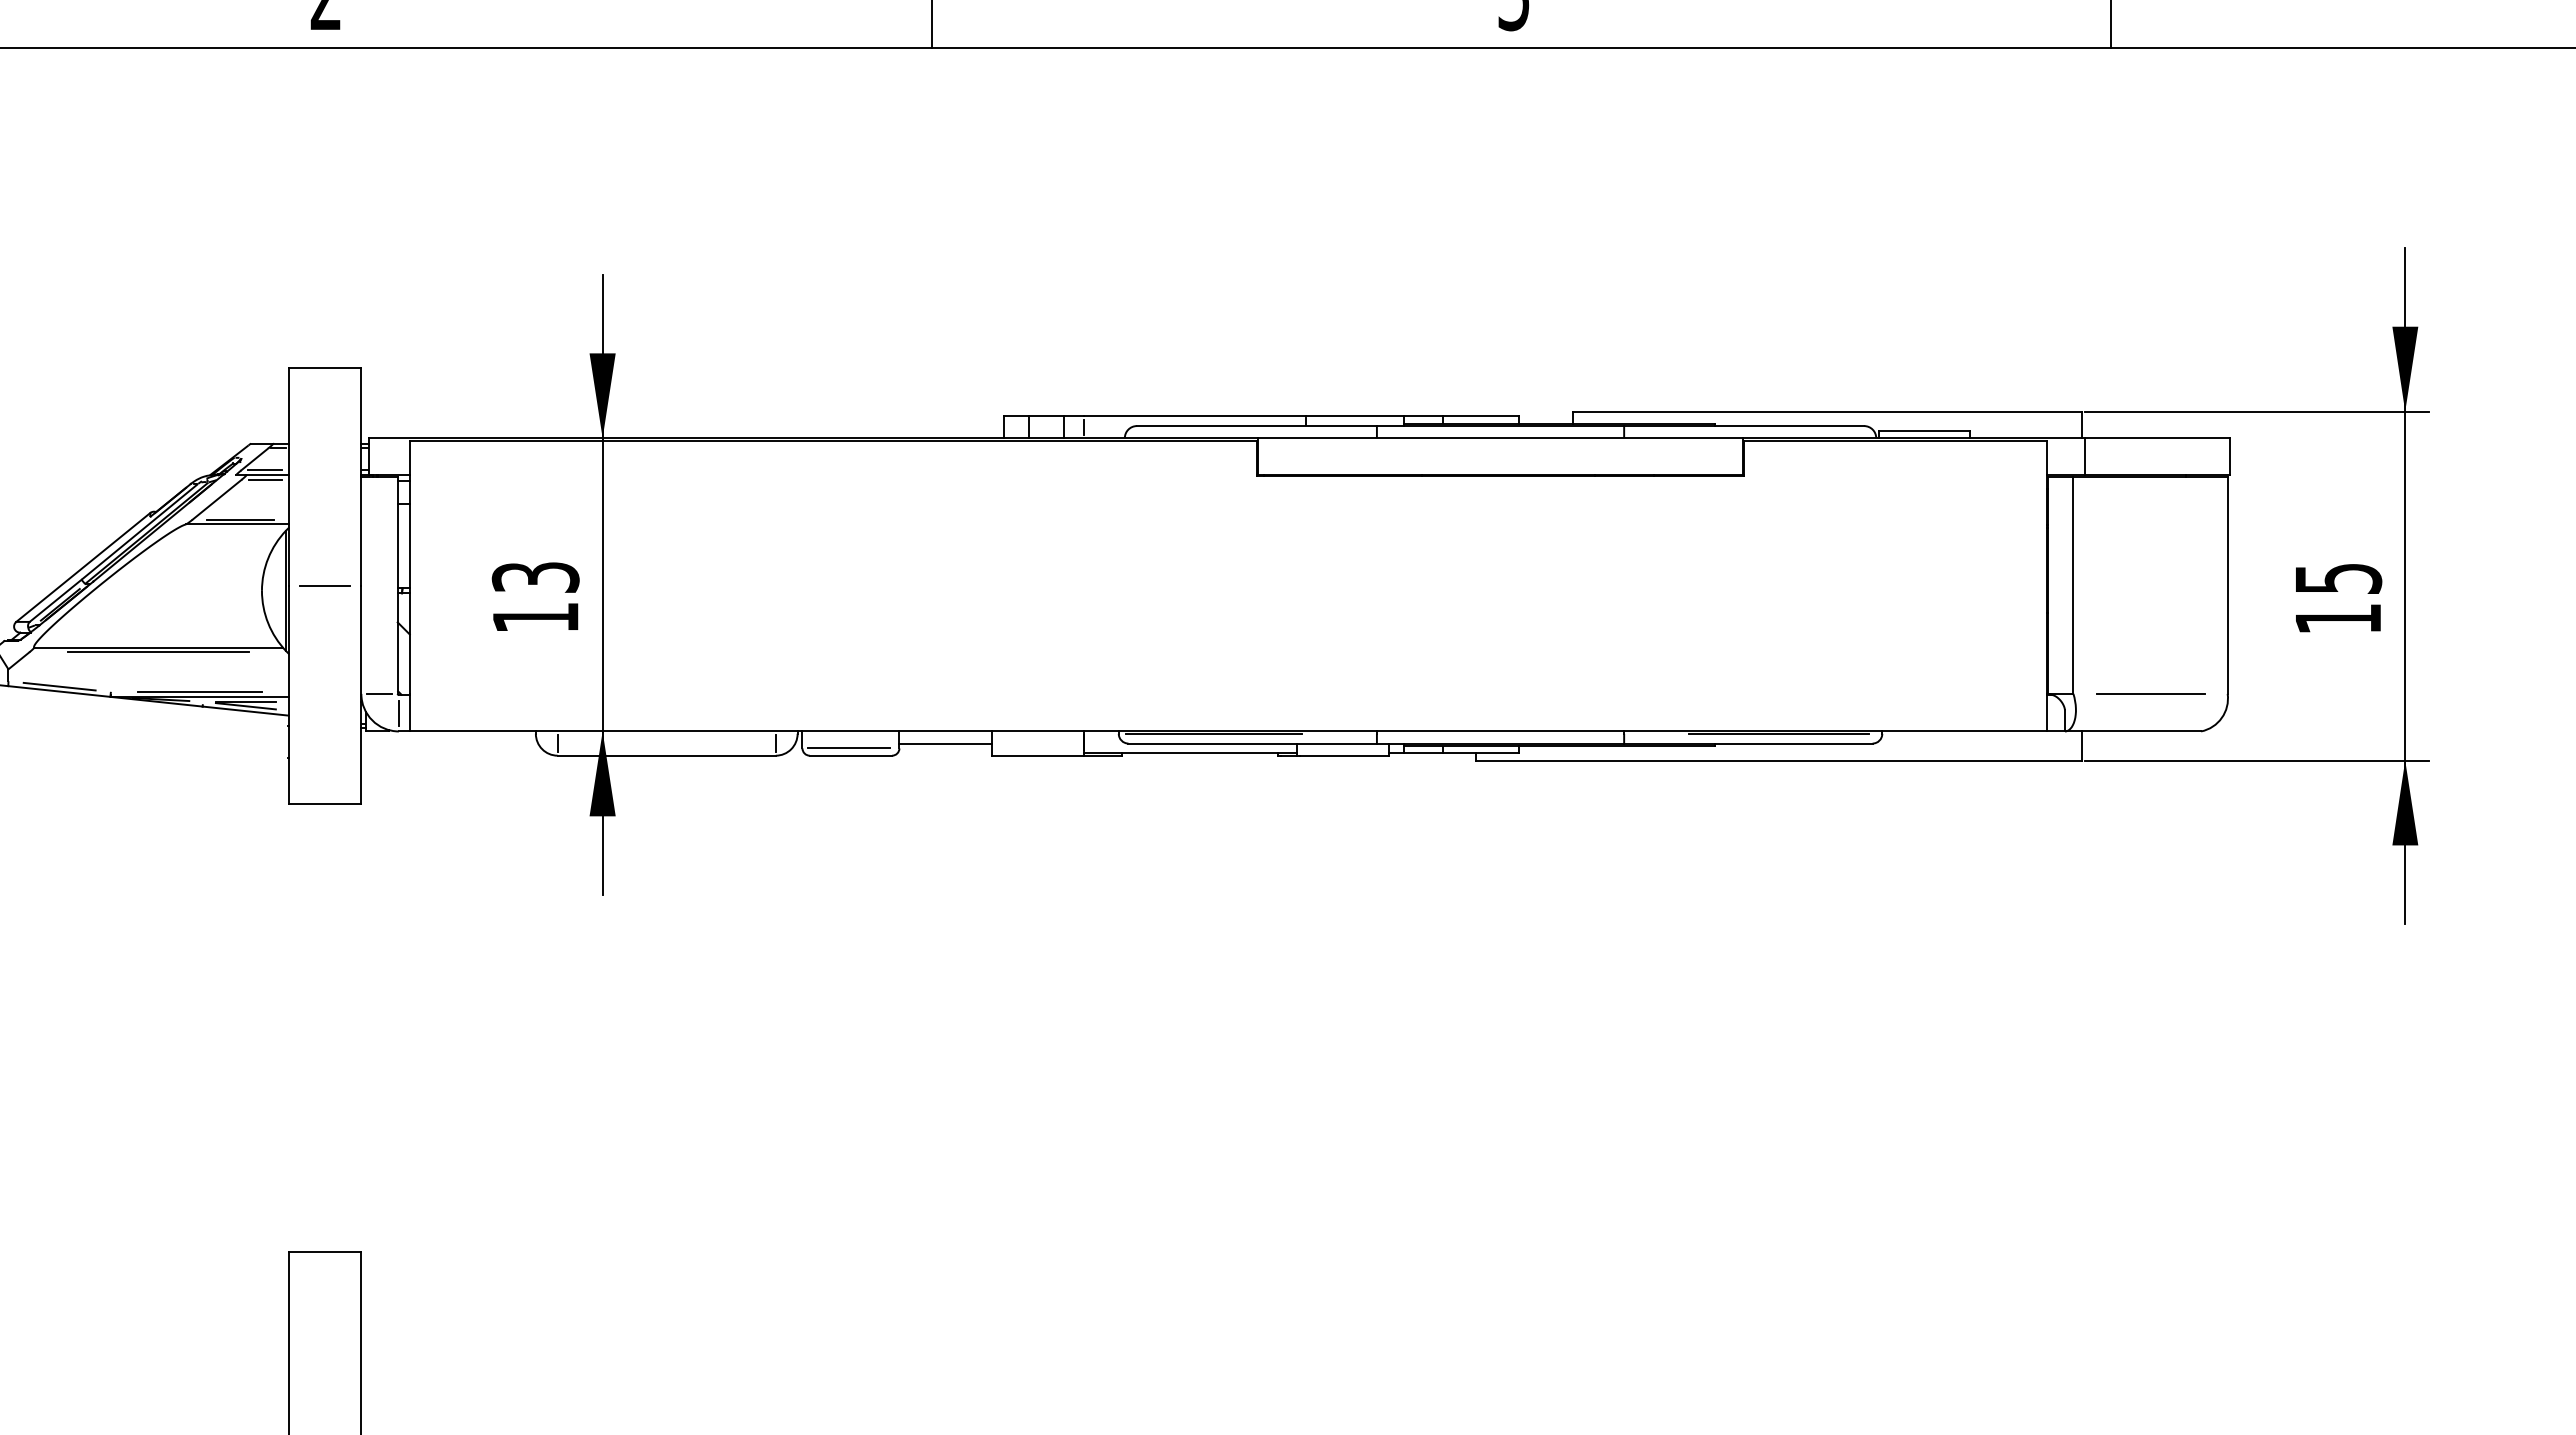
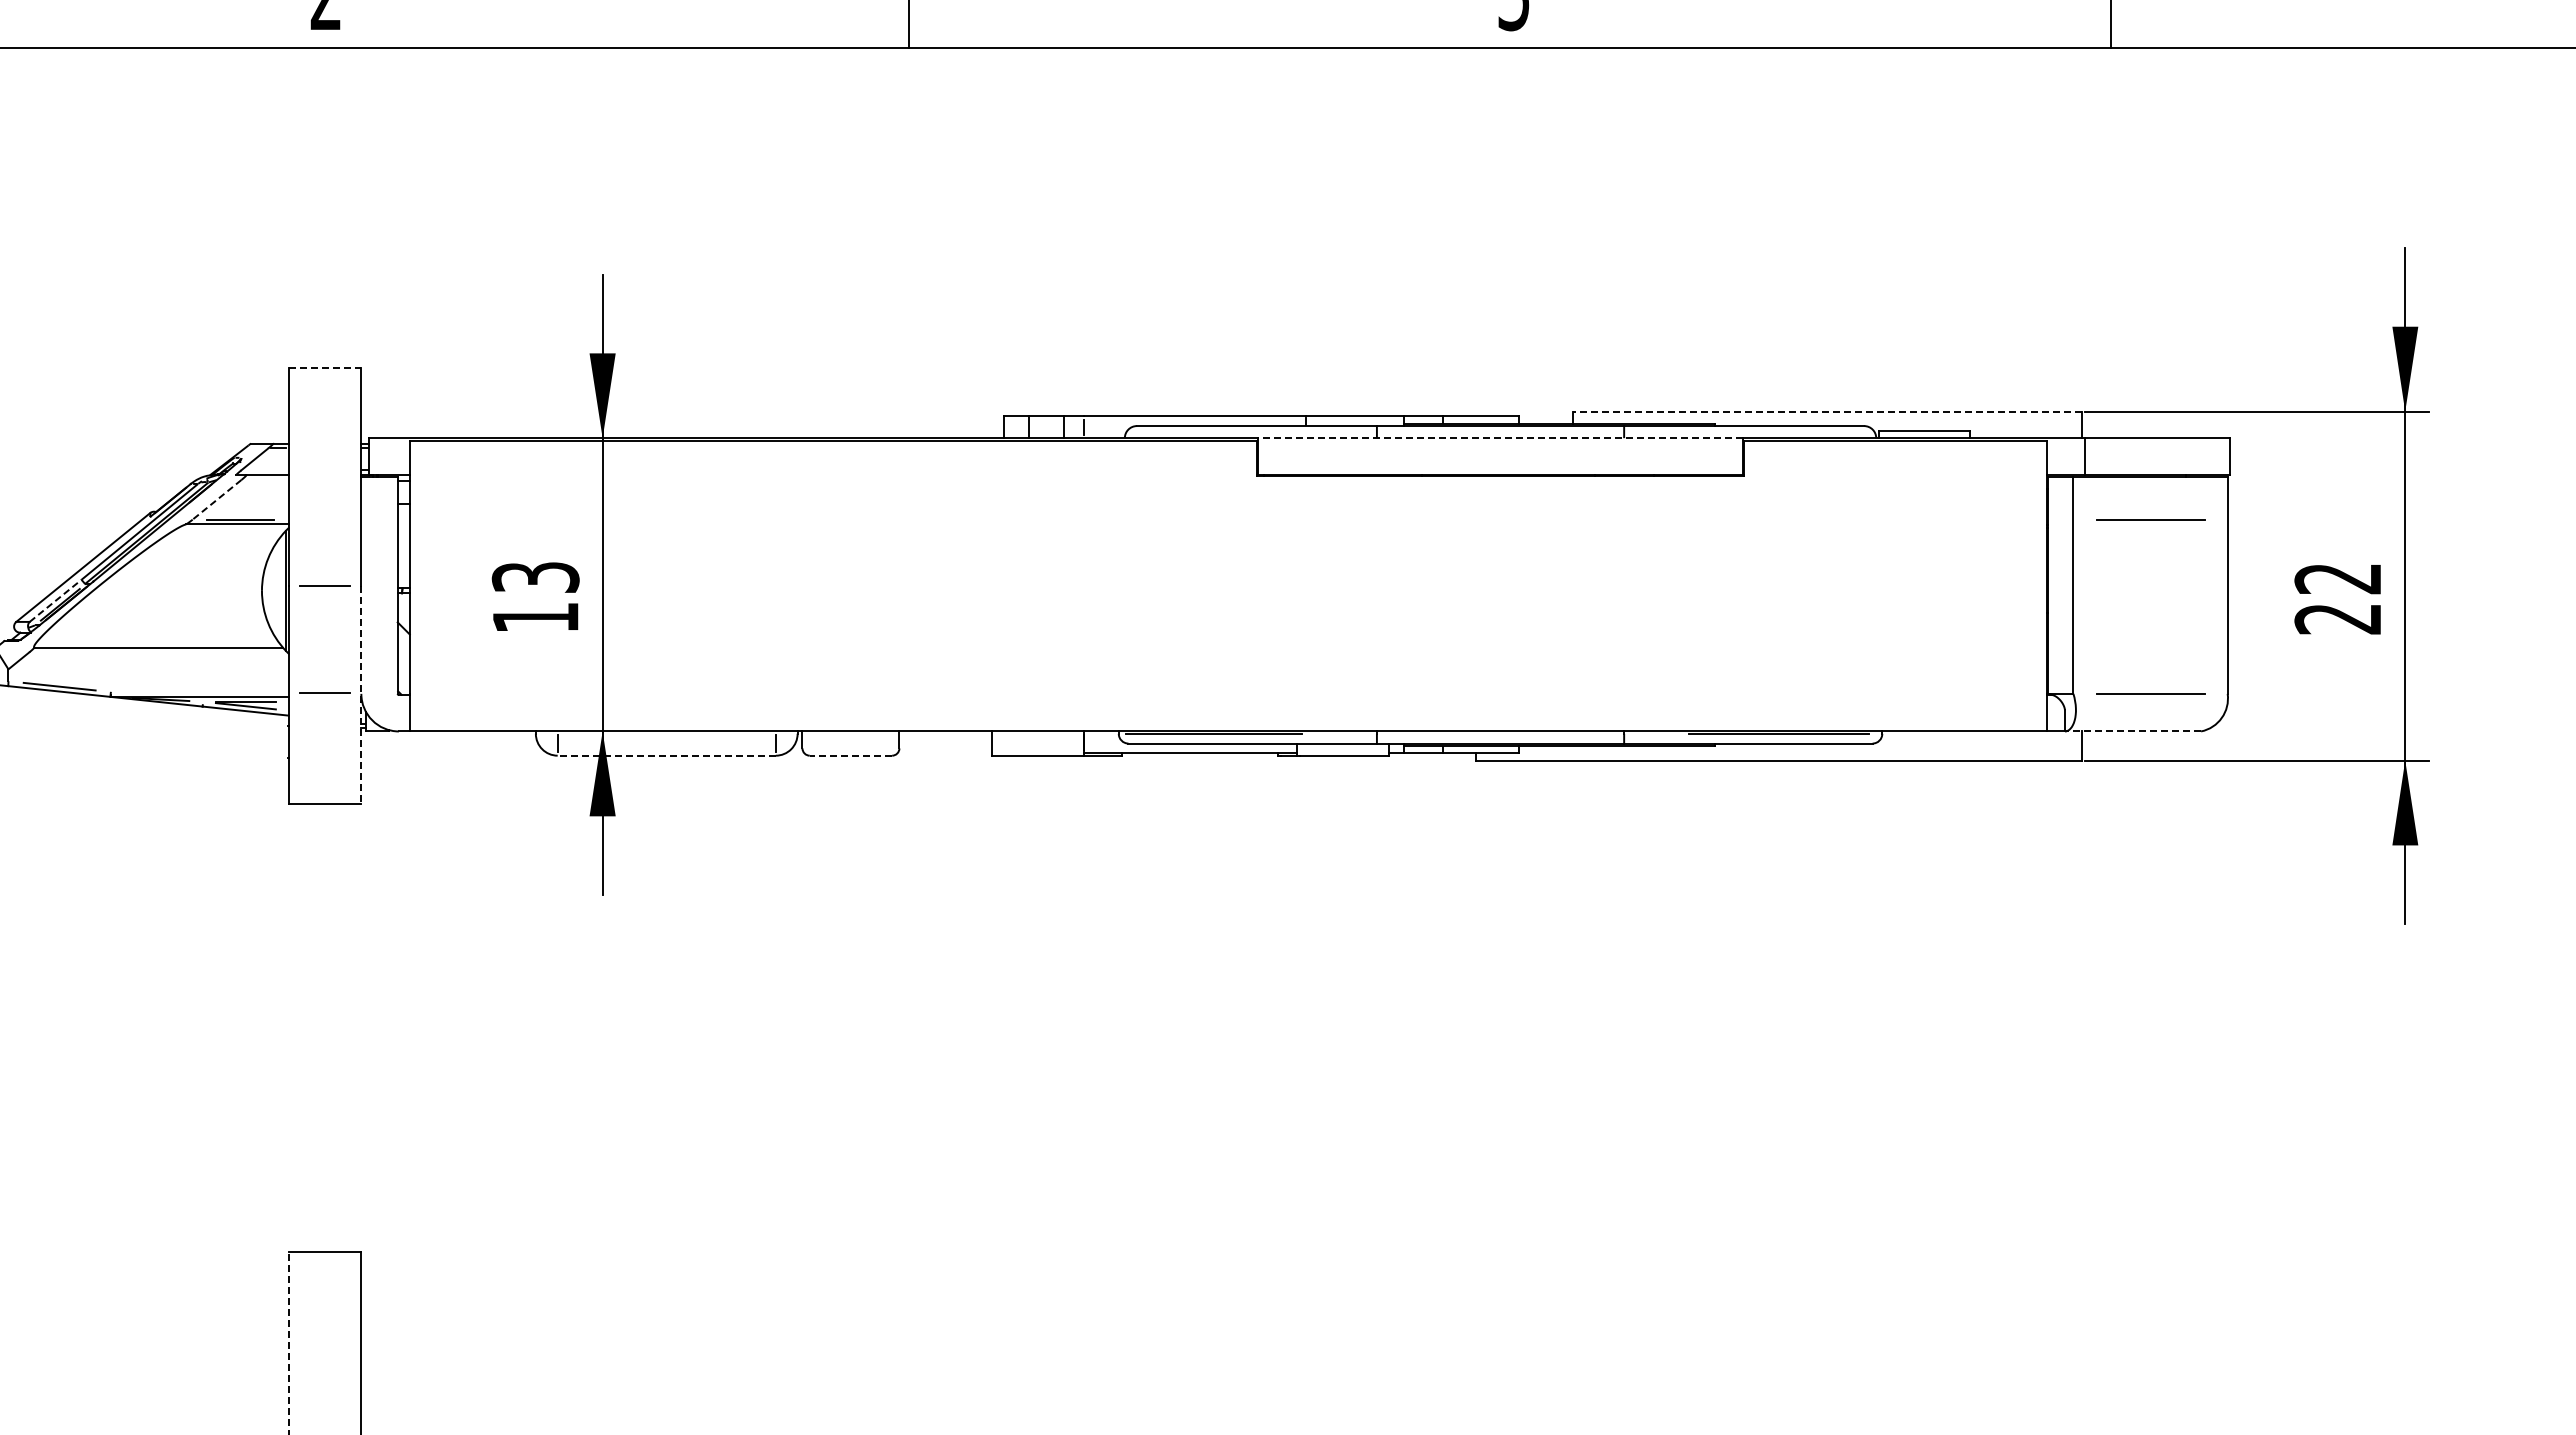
line at (931, 24) position: (931, 24) -> (908, 24)
line at (325, 367): solid -> dashed
line at (1827, 411): solid -> dashed
line at (1500, 438): solid -> dashed
line at (264, 470): present -> none
line at (264, 479): present -> none
line at (216, 500): solid -> dashed
line at (2150, 519): none -> present
text at (2338, 599): 15 -> 22
line at (55, 600): solid -> dashed
line at (158, 652): present -> none
line at (199, 692): present -> none
line at (324, 692): none -> present
line at (379, 693): present -> none
line at (361, 695): solid -> dashed
line at (398, 713): present -> none
line at (2132, 731): solid -> dashed
line at (945, 743): present -> none
line at (849, 748): present -> none
line at (666, 755): solid -> dashed
line at (850, 755): solid -> dashed
line at (288, 1342): solid -> dashed
